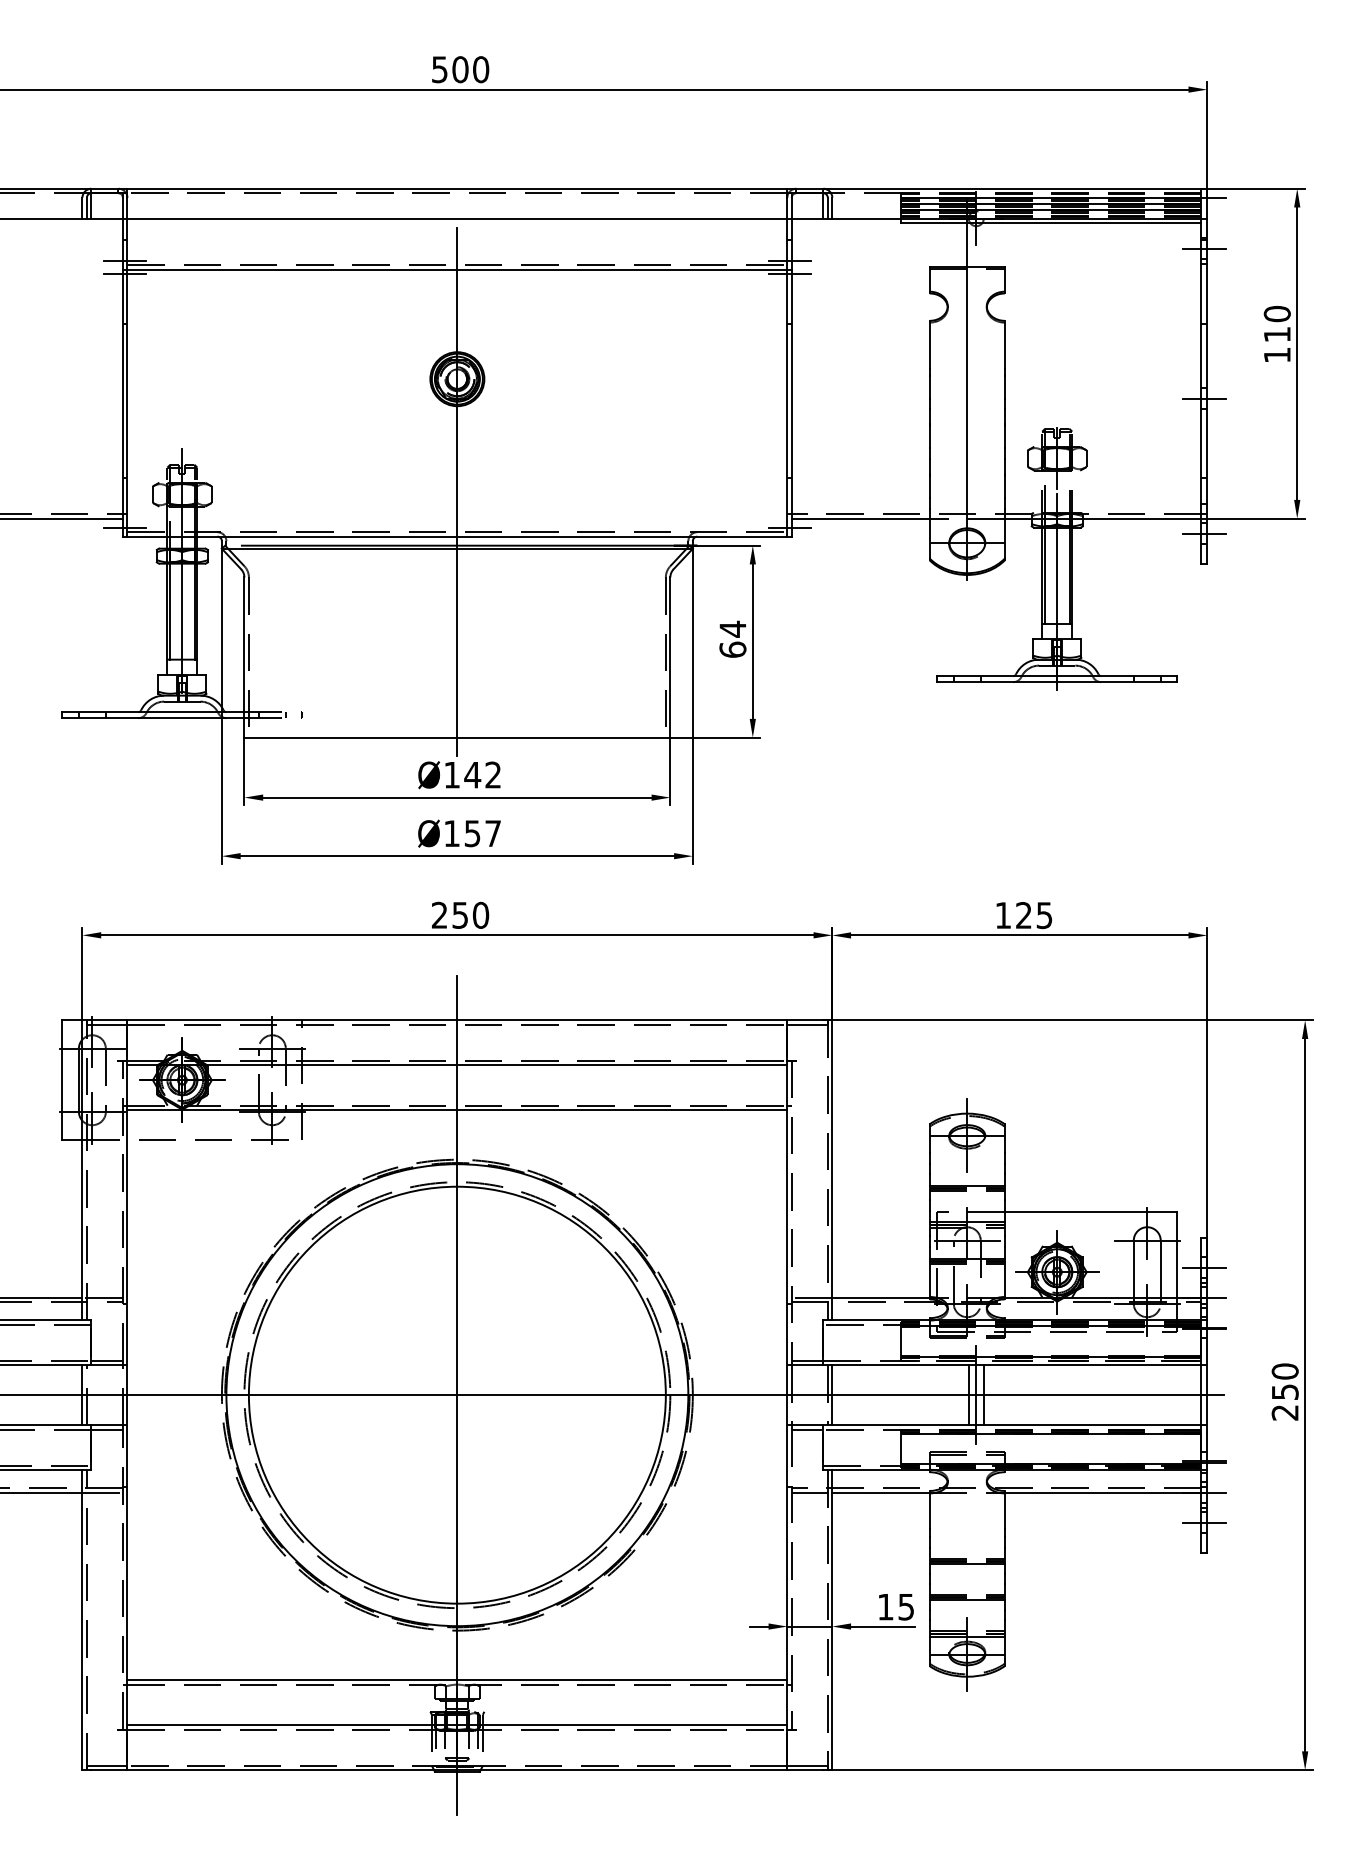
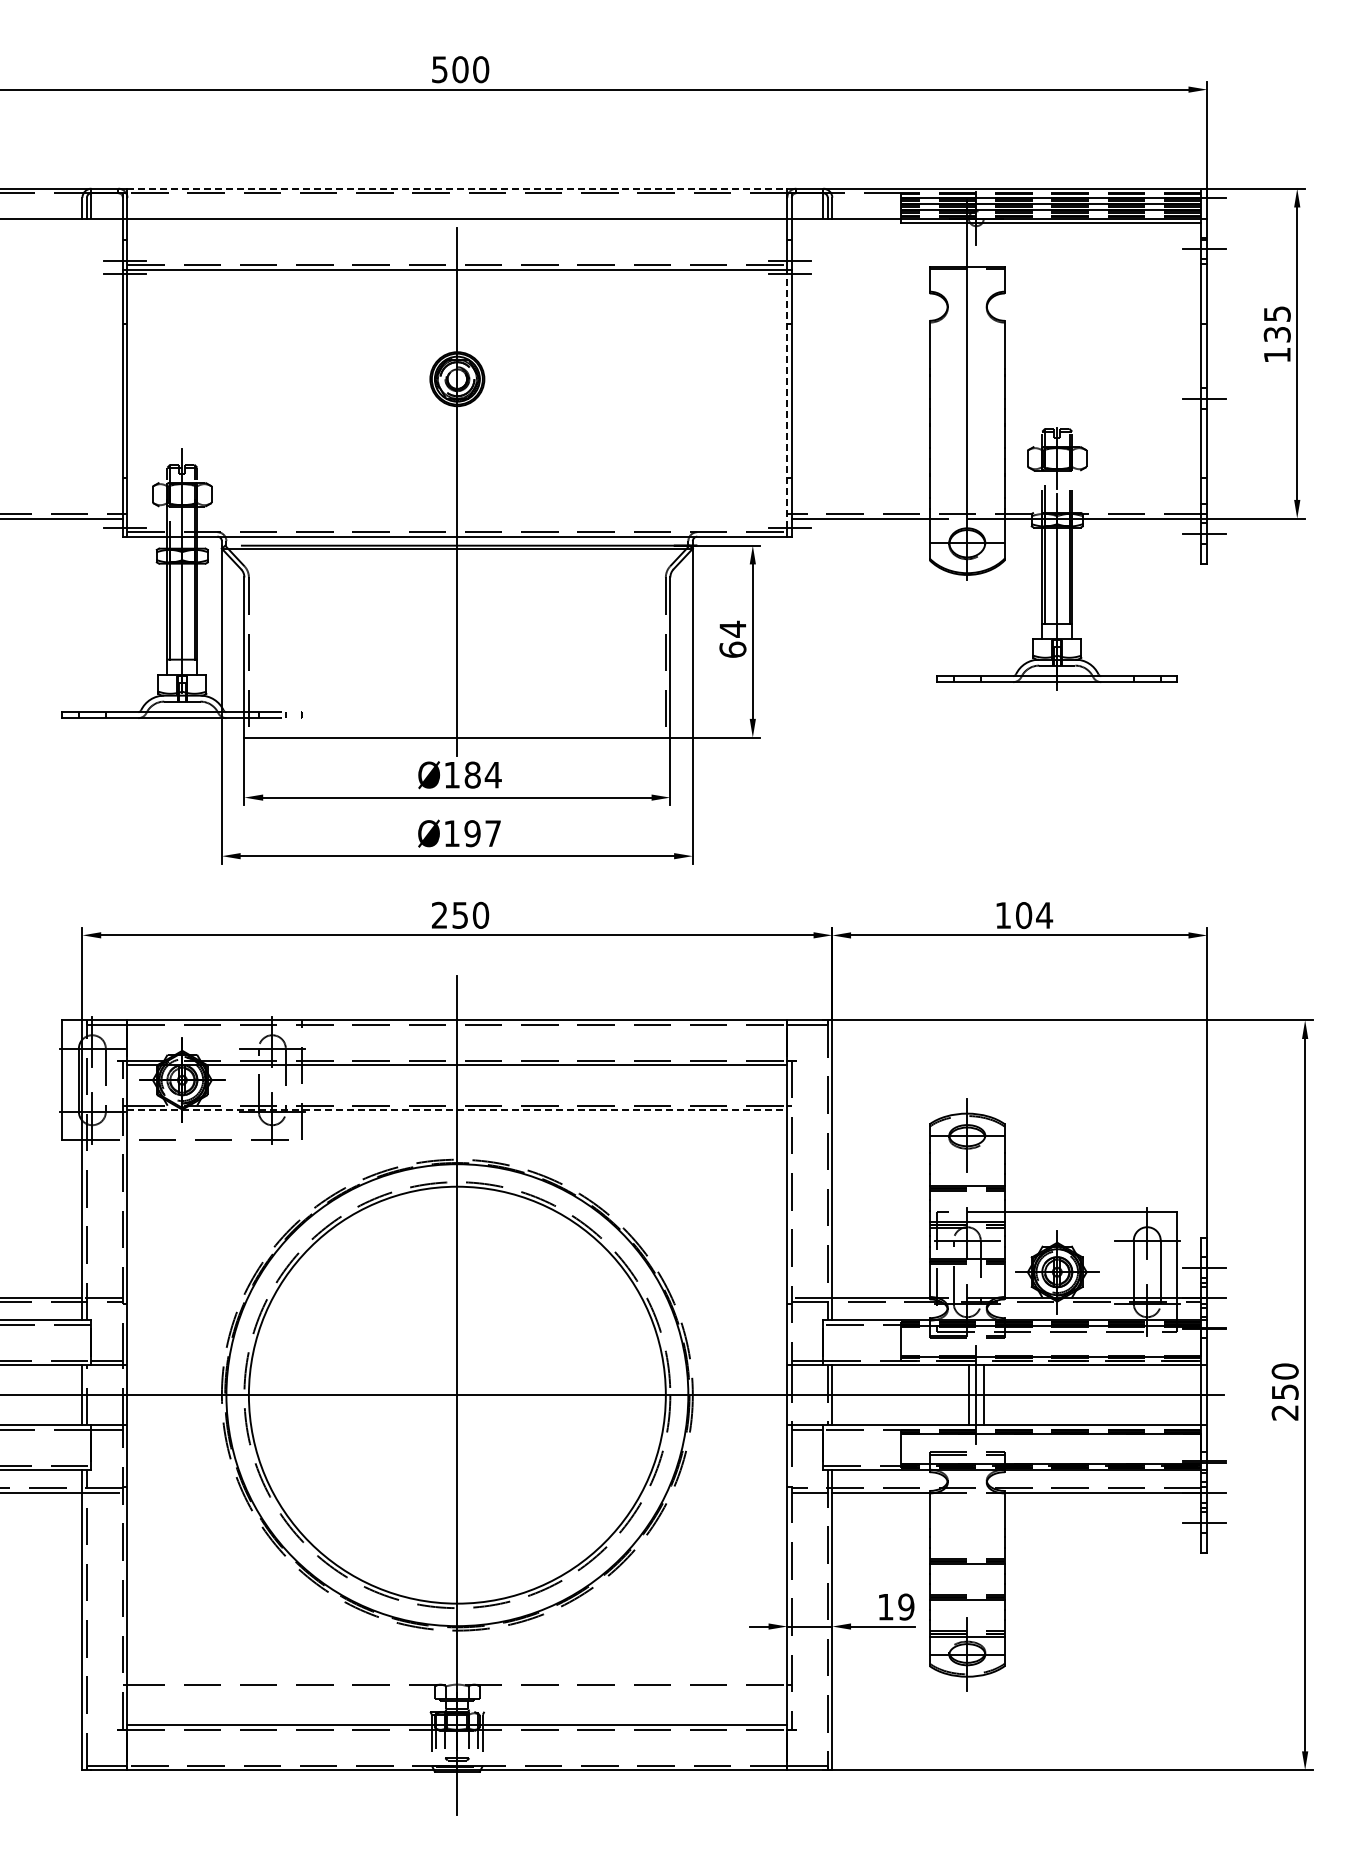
line at (457, 188): solid -> dashed
text at (1276, 324): 110 -> 135
line at (787, 400): solid -> dashed
text at (482, 774): 142 -> 184
text at (472, 833): 157 -> 197
text at (1034, 915): 125 -> 104
line at (457, 1110): solid -> dashed
text at (906, 1606): 15 -> 19
line at (457, 1680): present -> none
